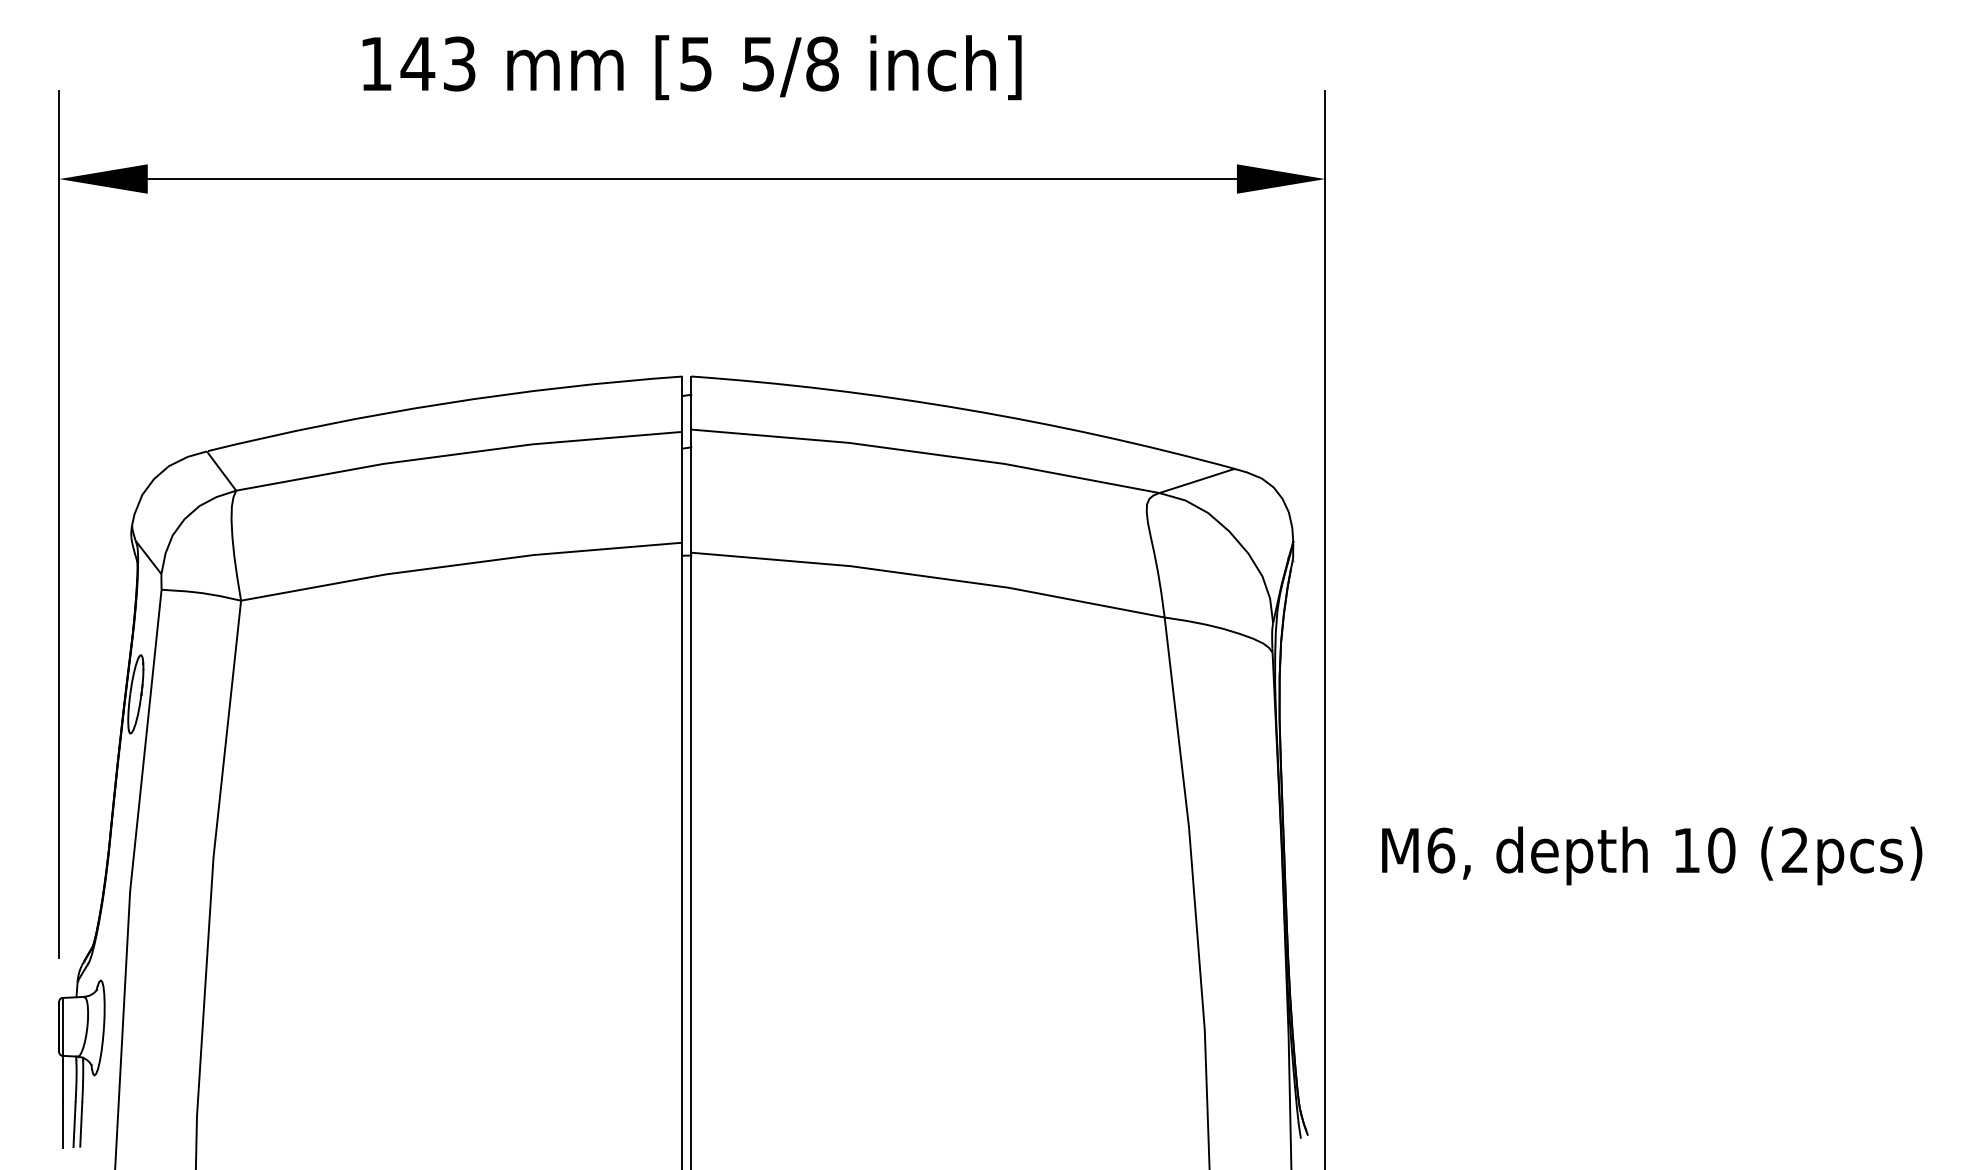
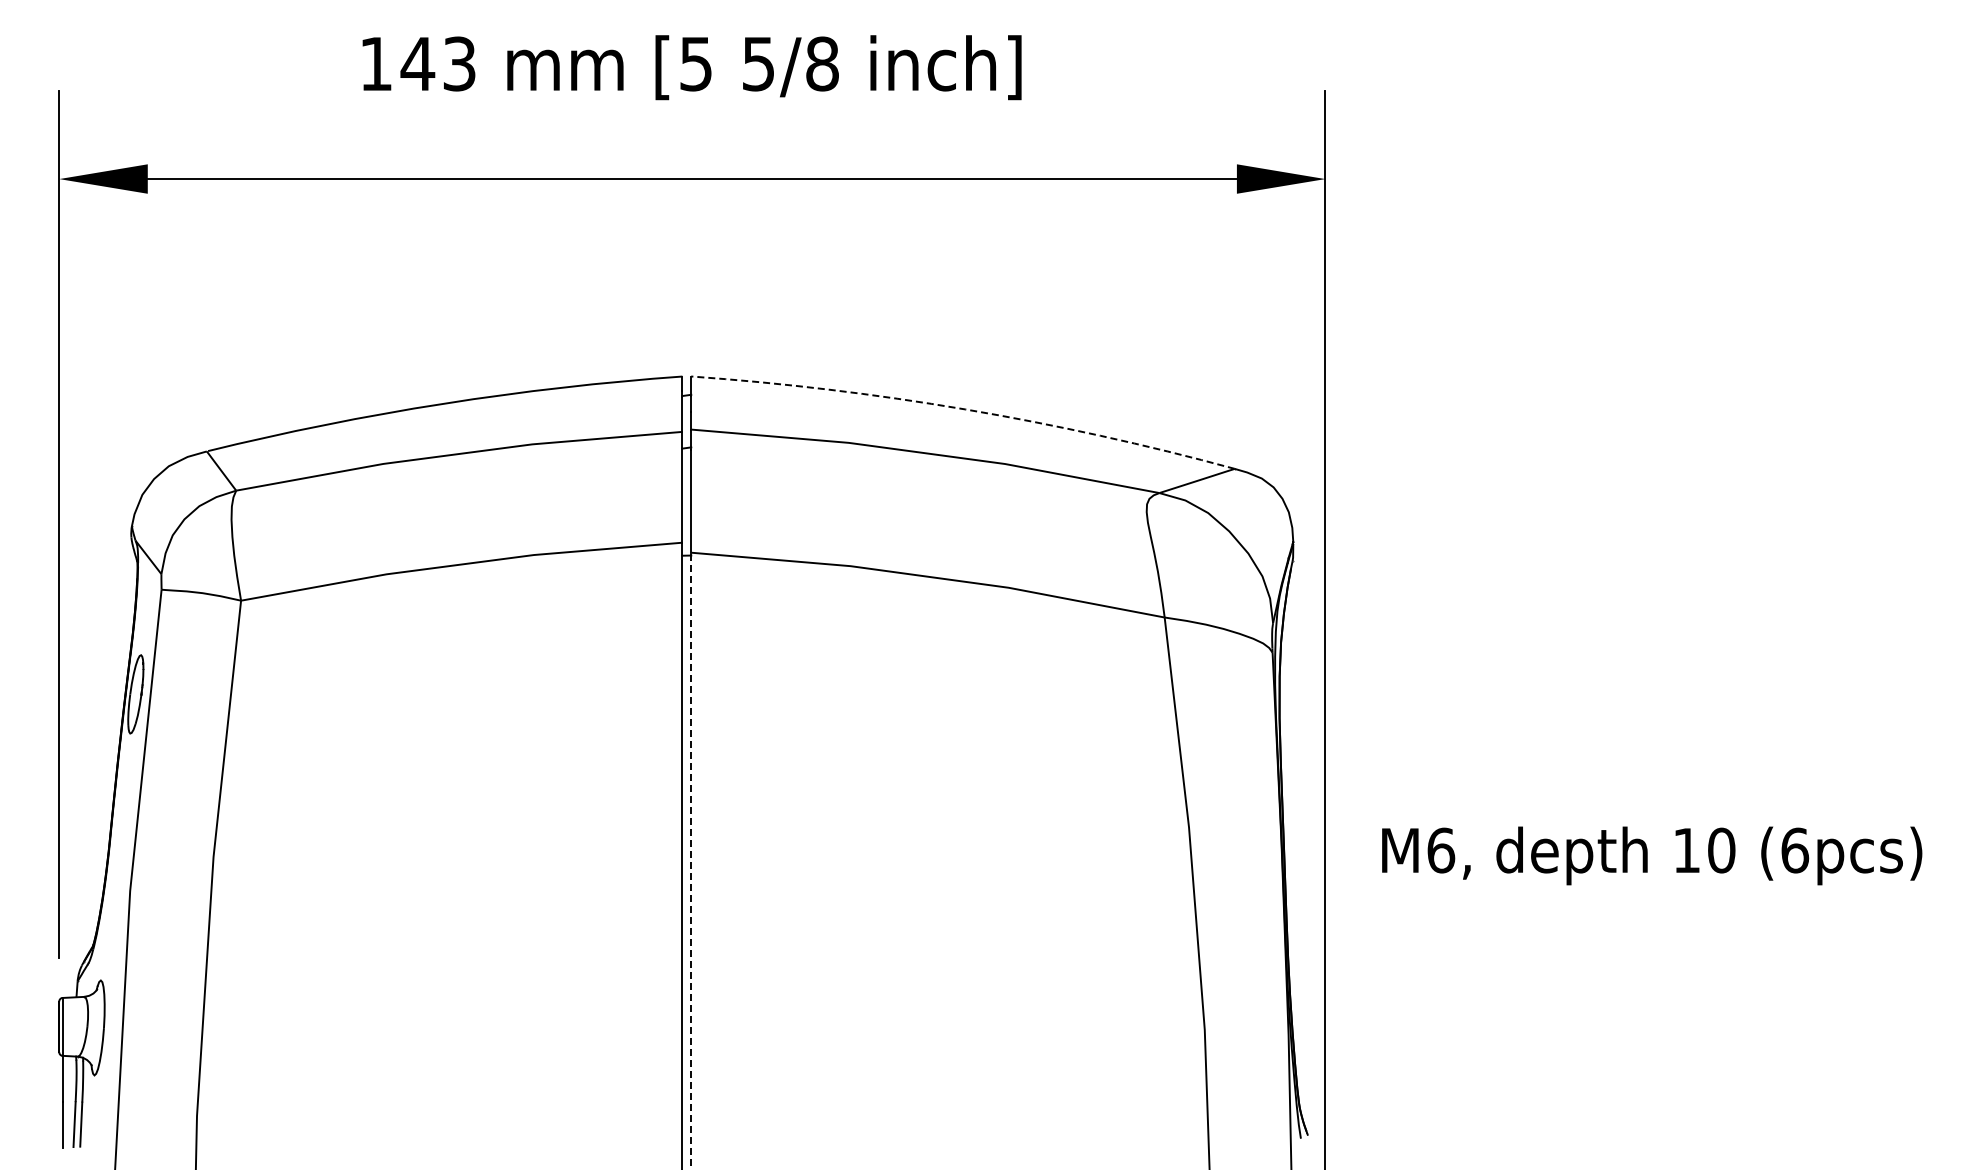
arc at (965, 409): solid -> dashed
text at (1795, 850): (2pcs) -> (6pcs)
line at (691, 860): solid -> dashed
